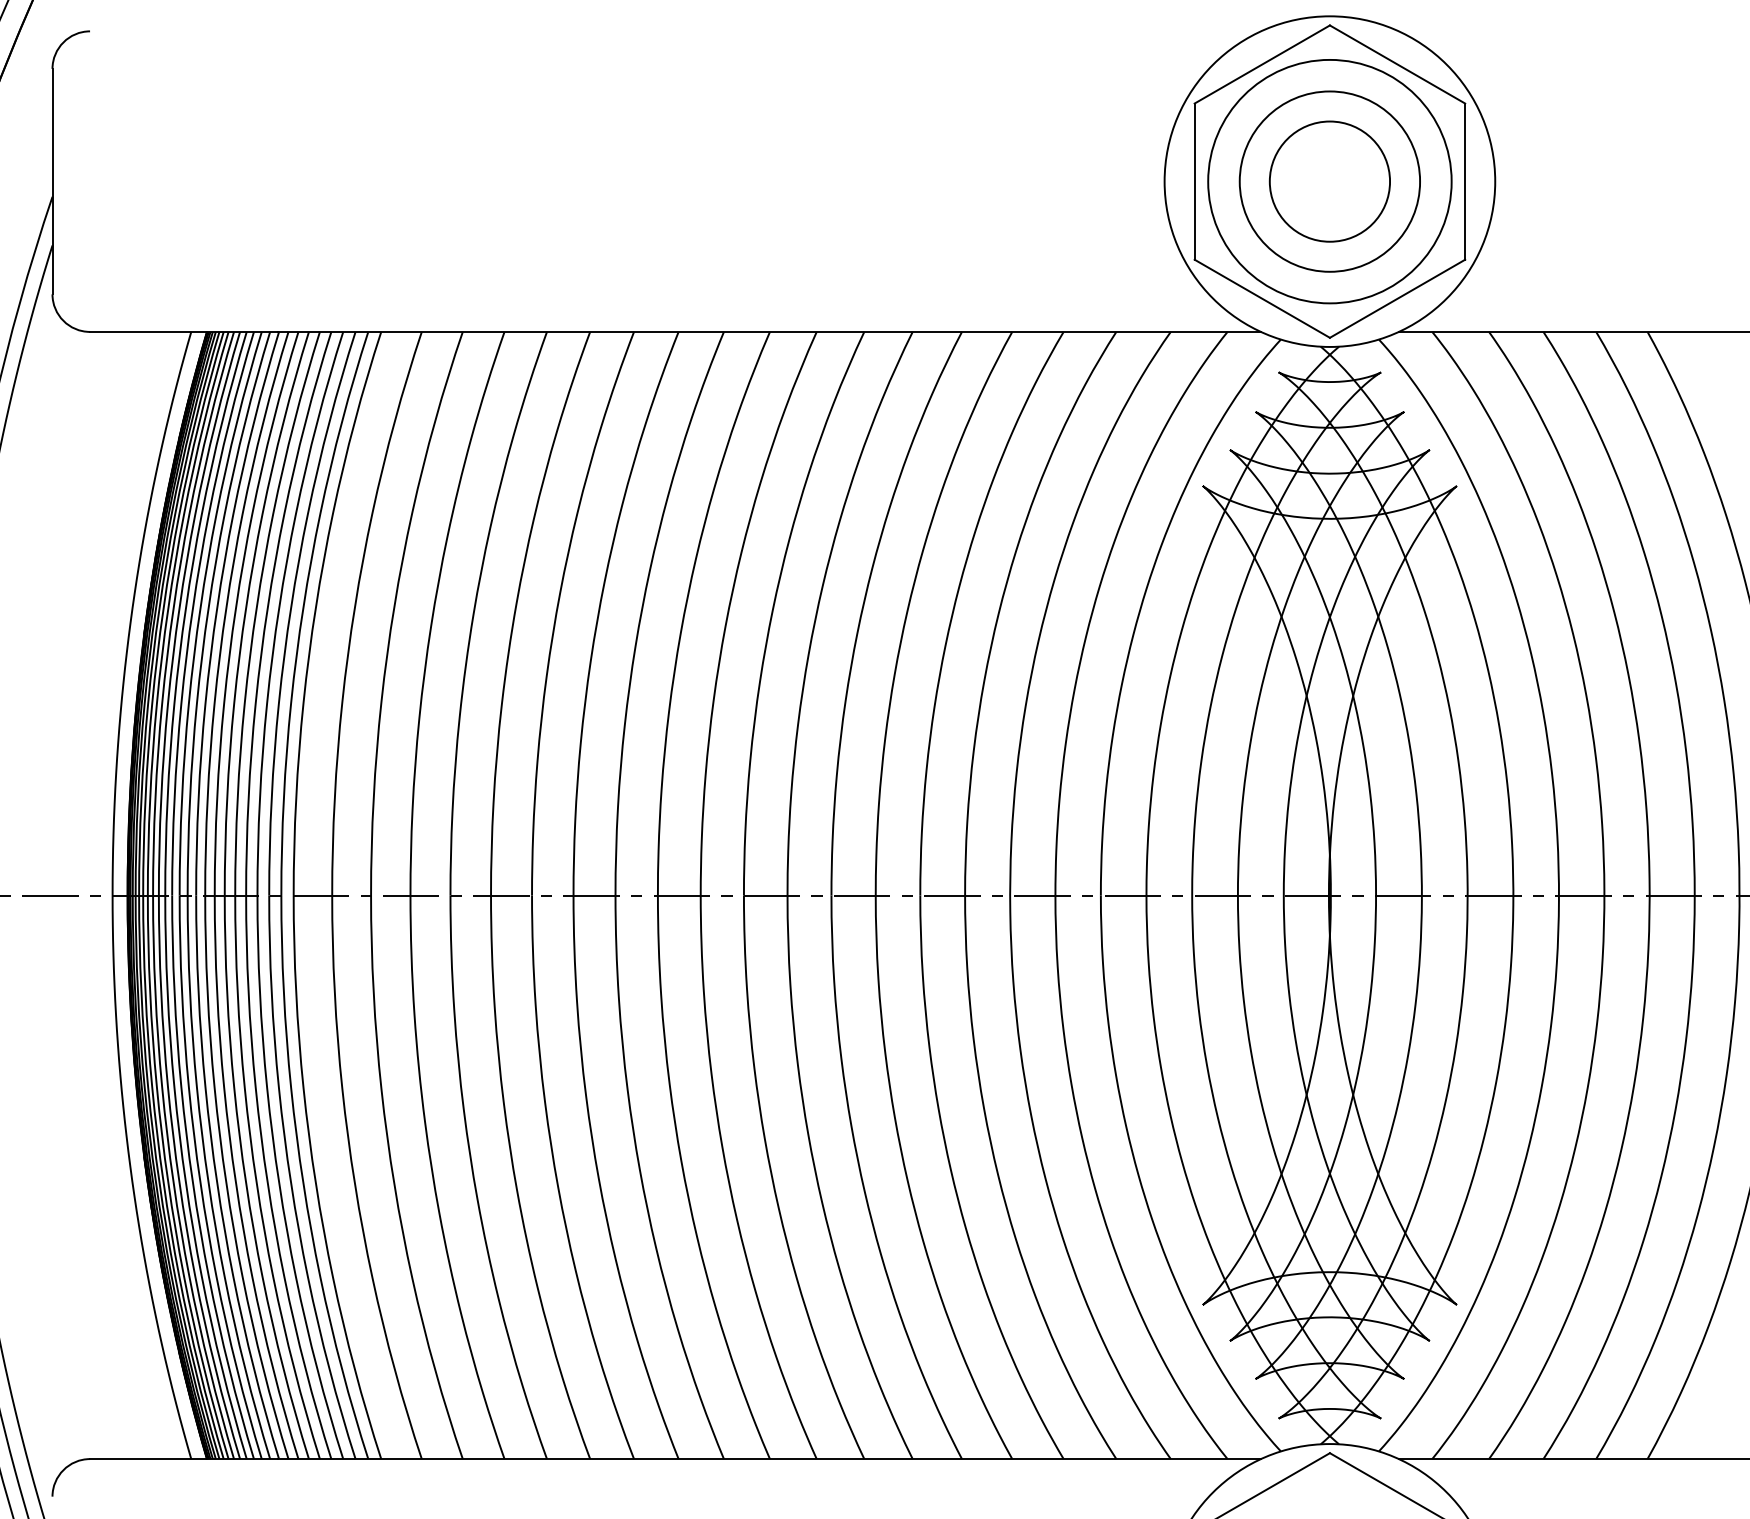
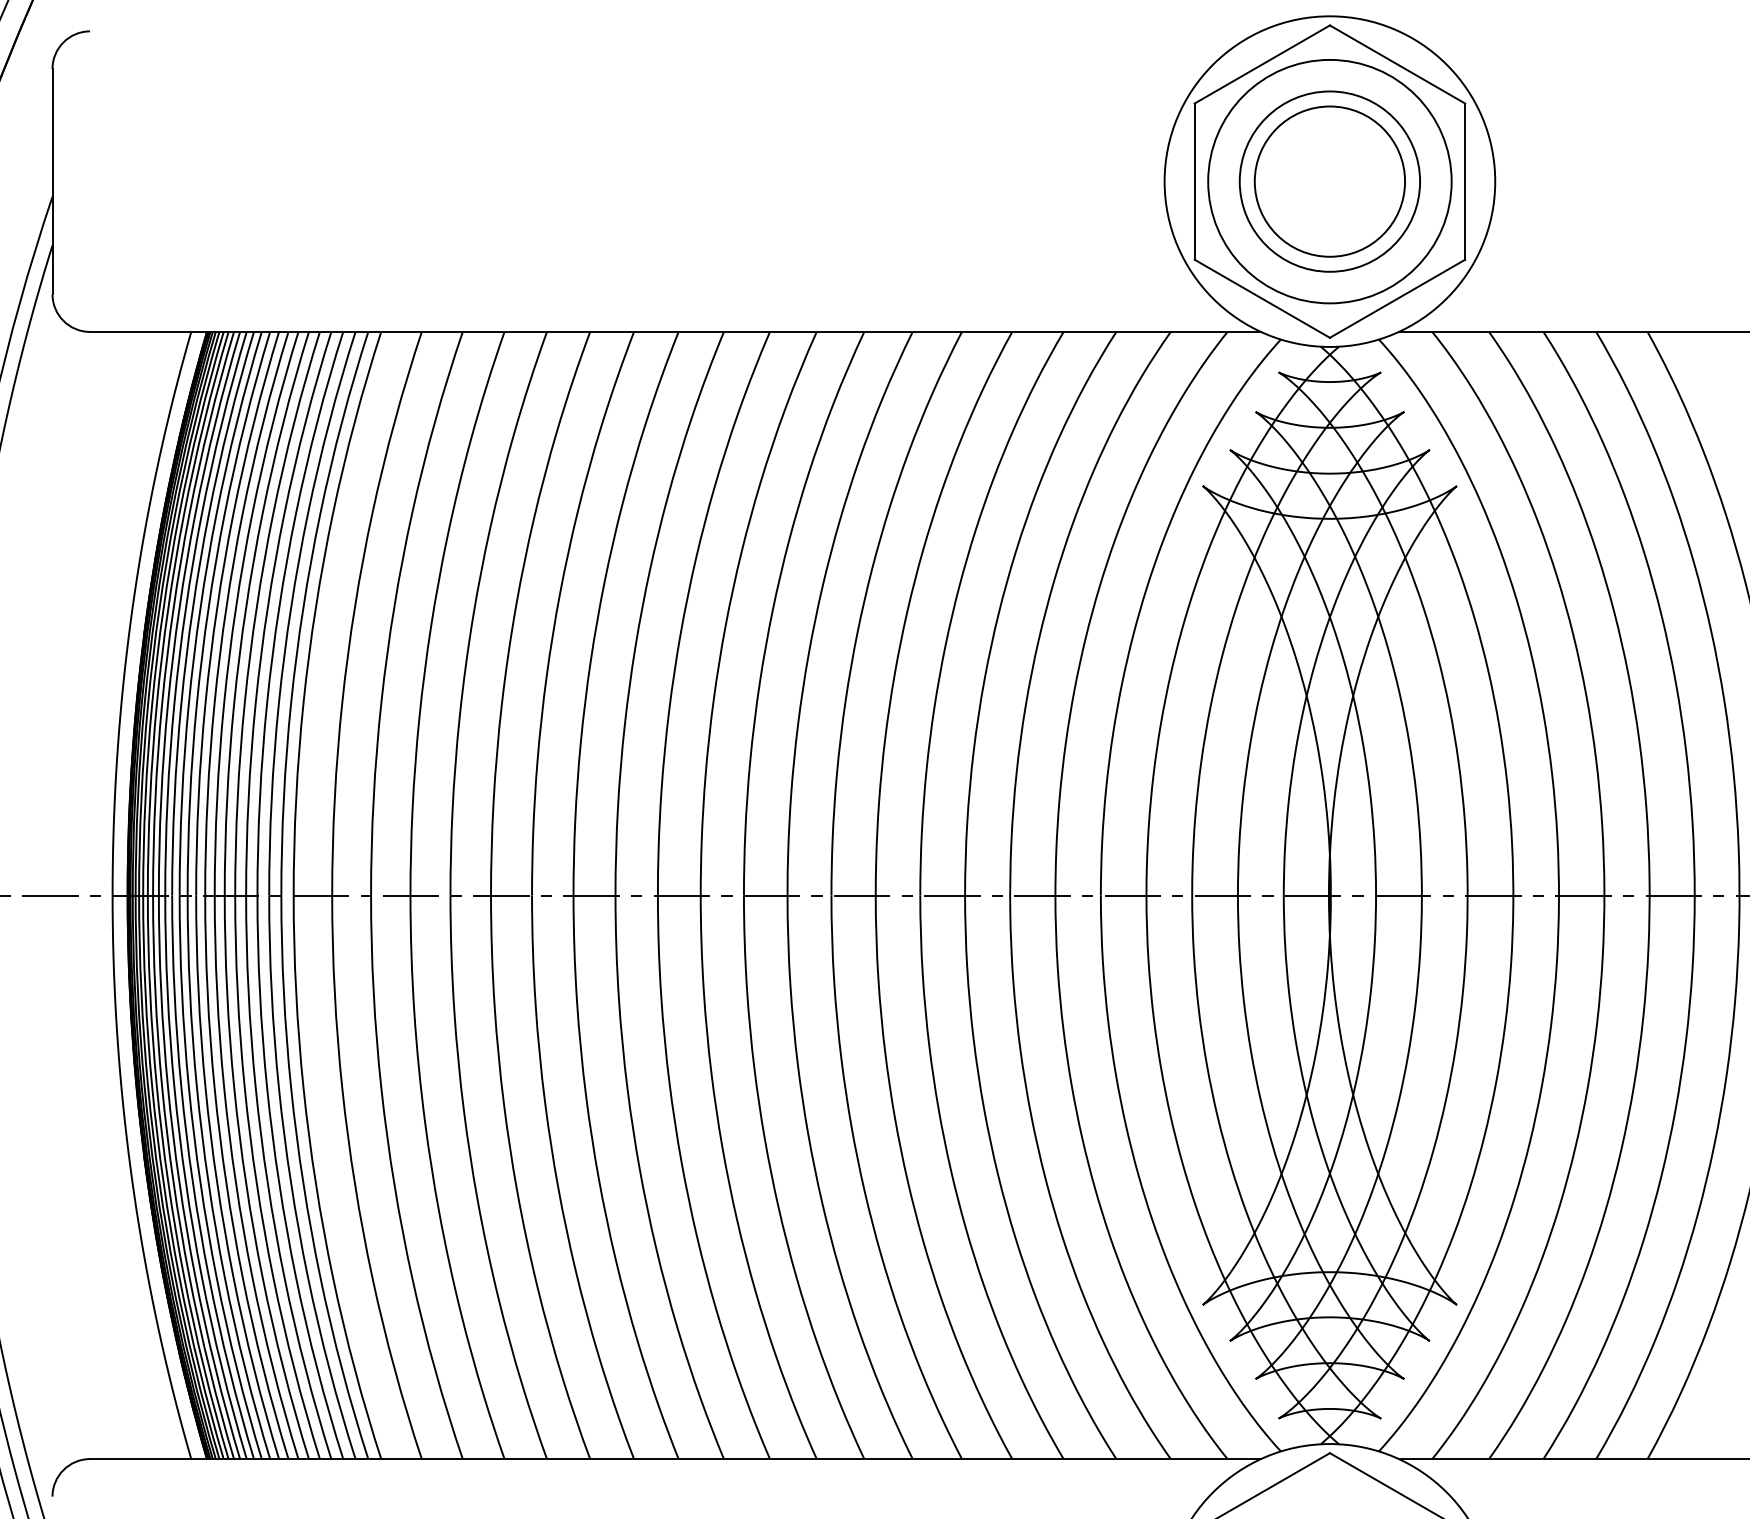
circle at (1329, 181) diameter: 120 px -> 150 px
